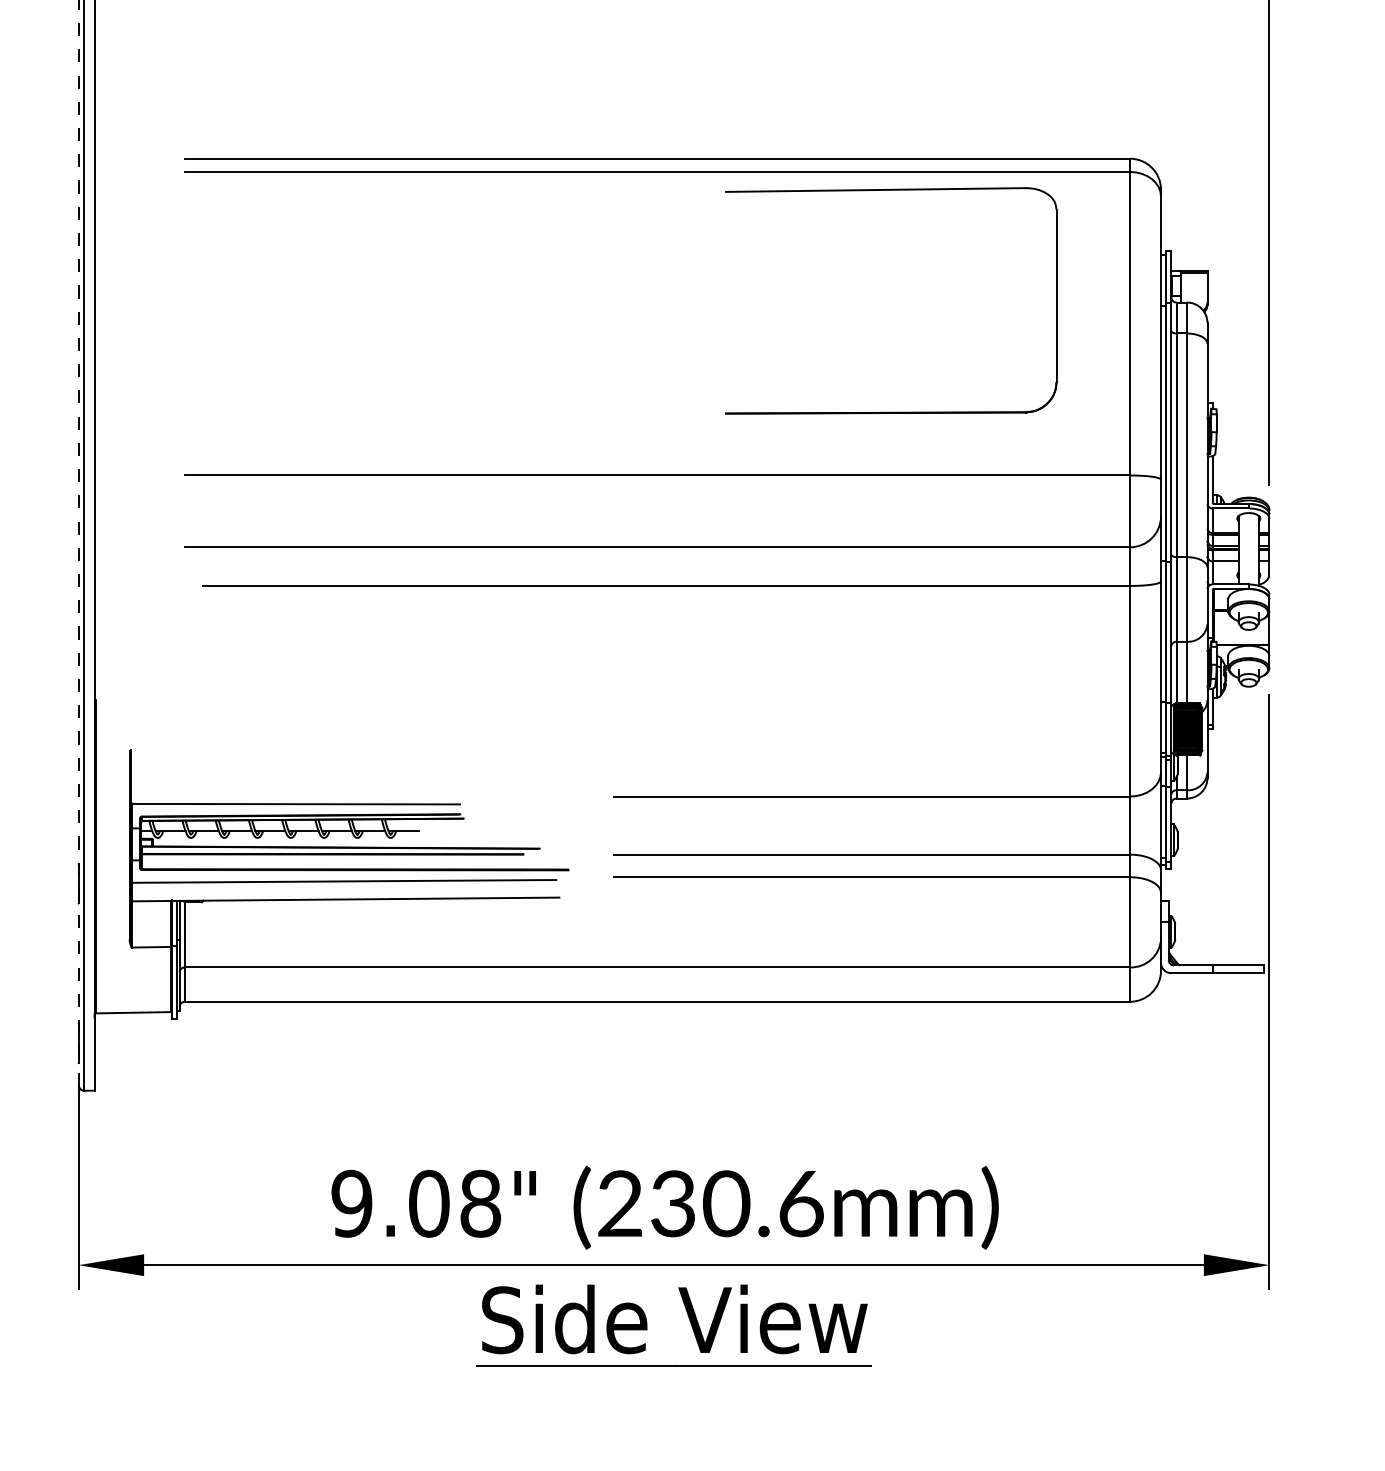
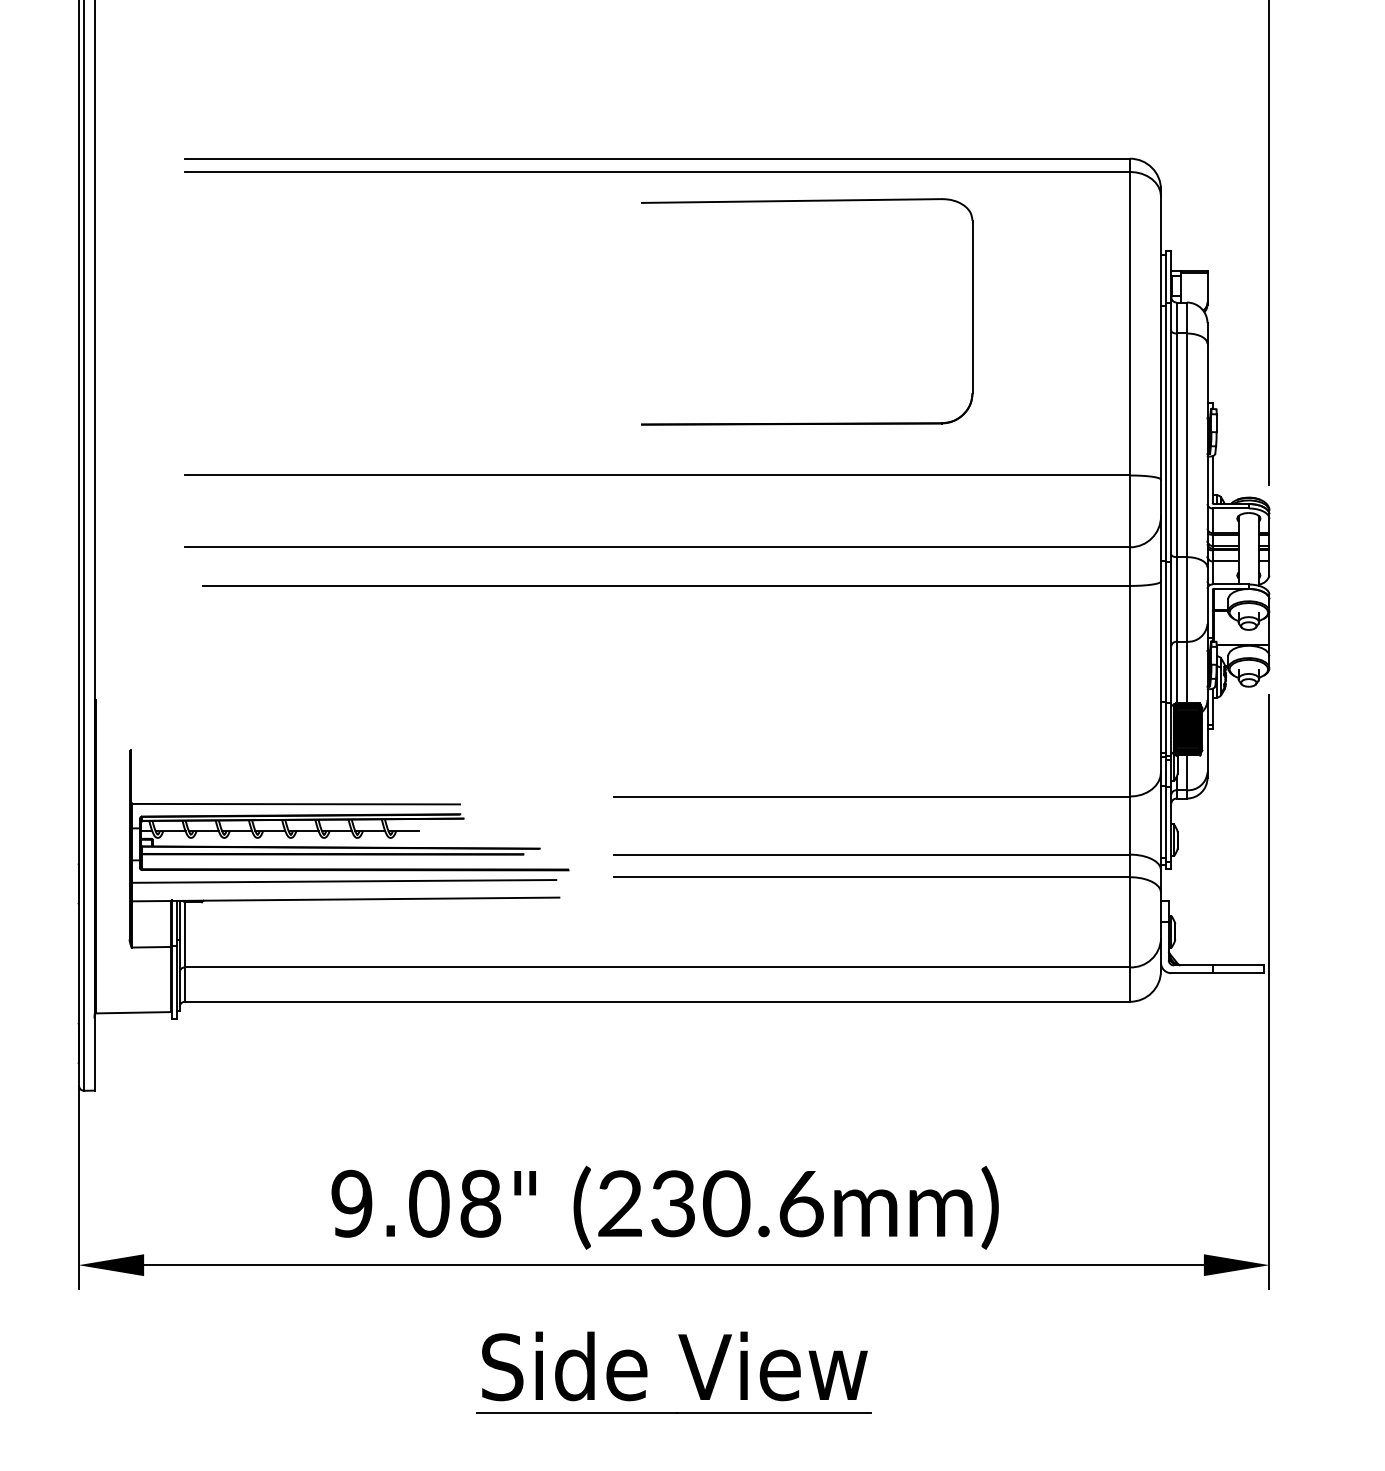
part at (891, 190) position: (891, 190) -> (807, 201)
line at (79, 542): dashed -> solid
part at (689, 1321) position: (689, 1321) -> (689, 1368)
